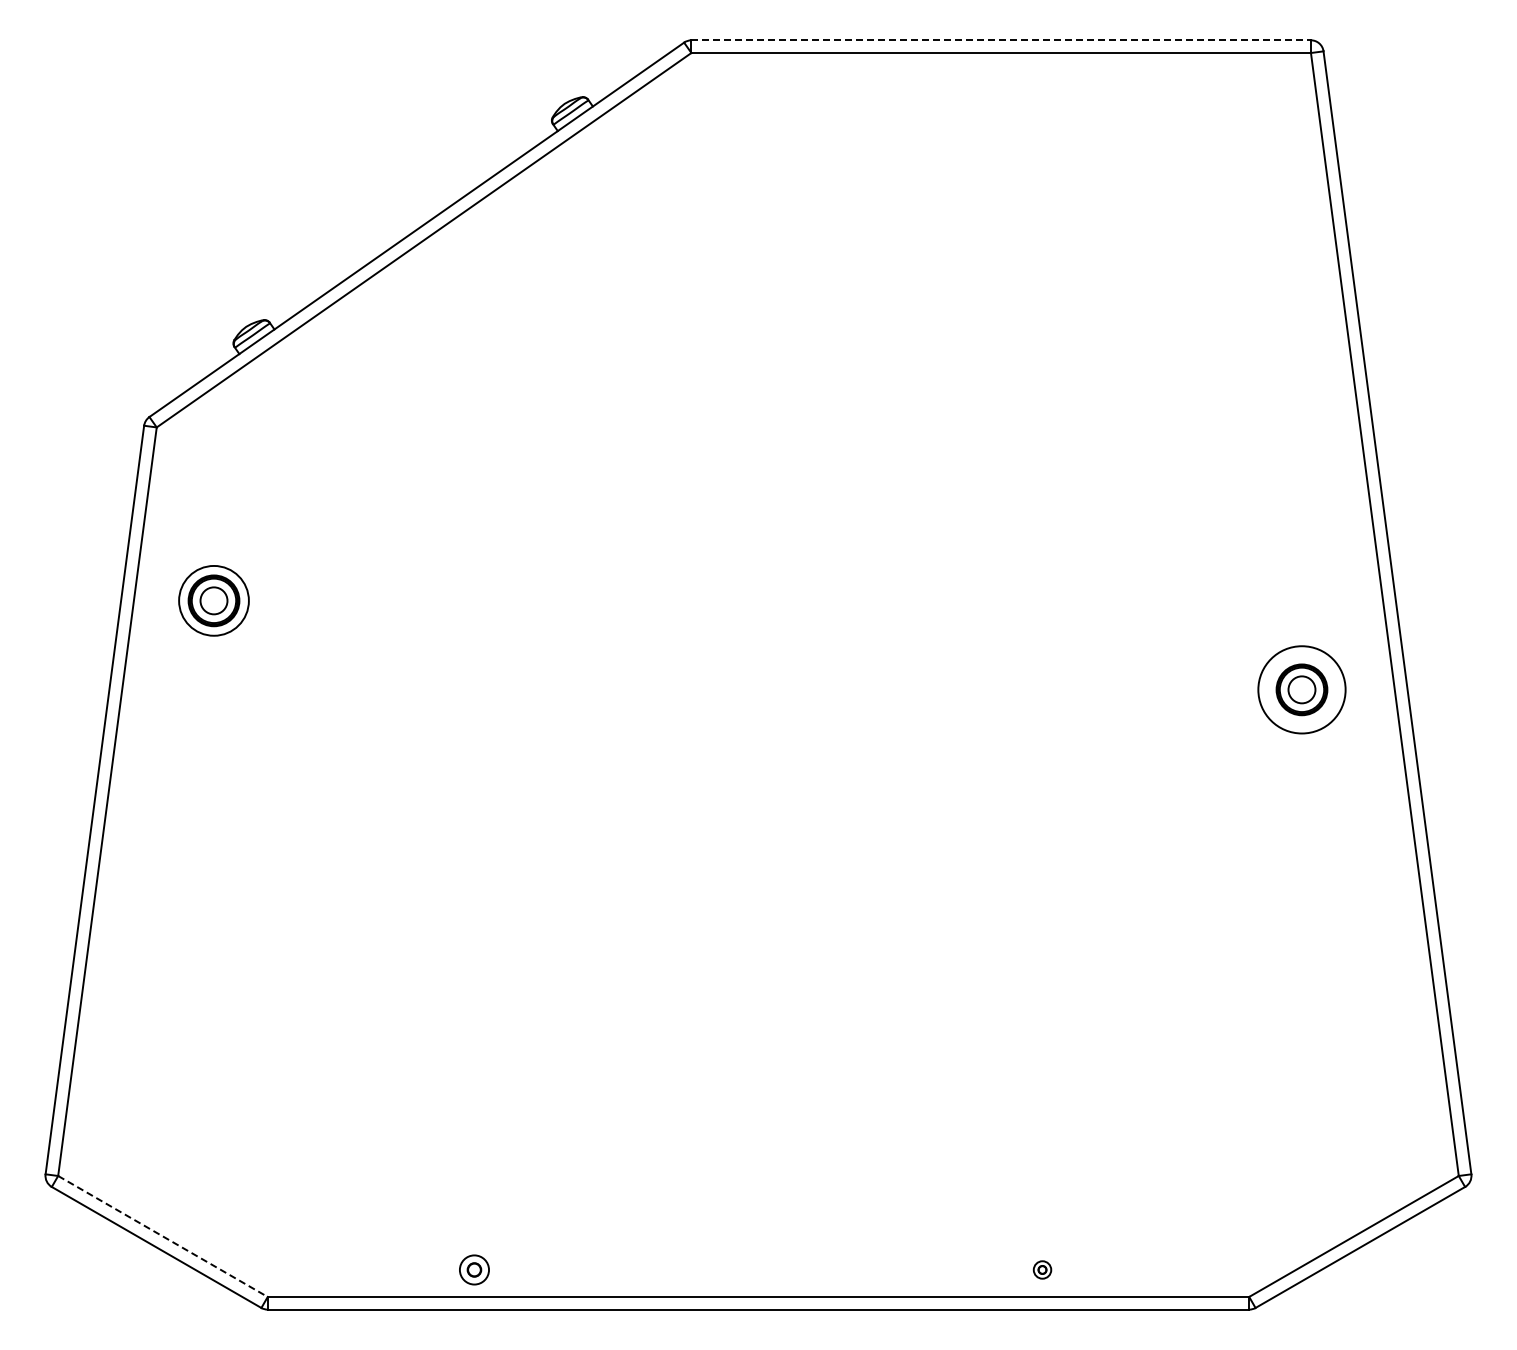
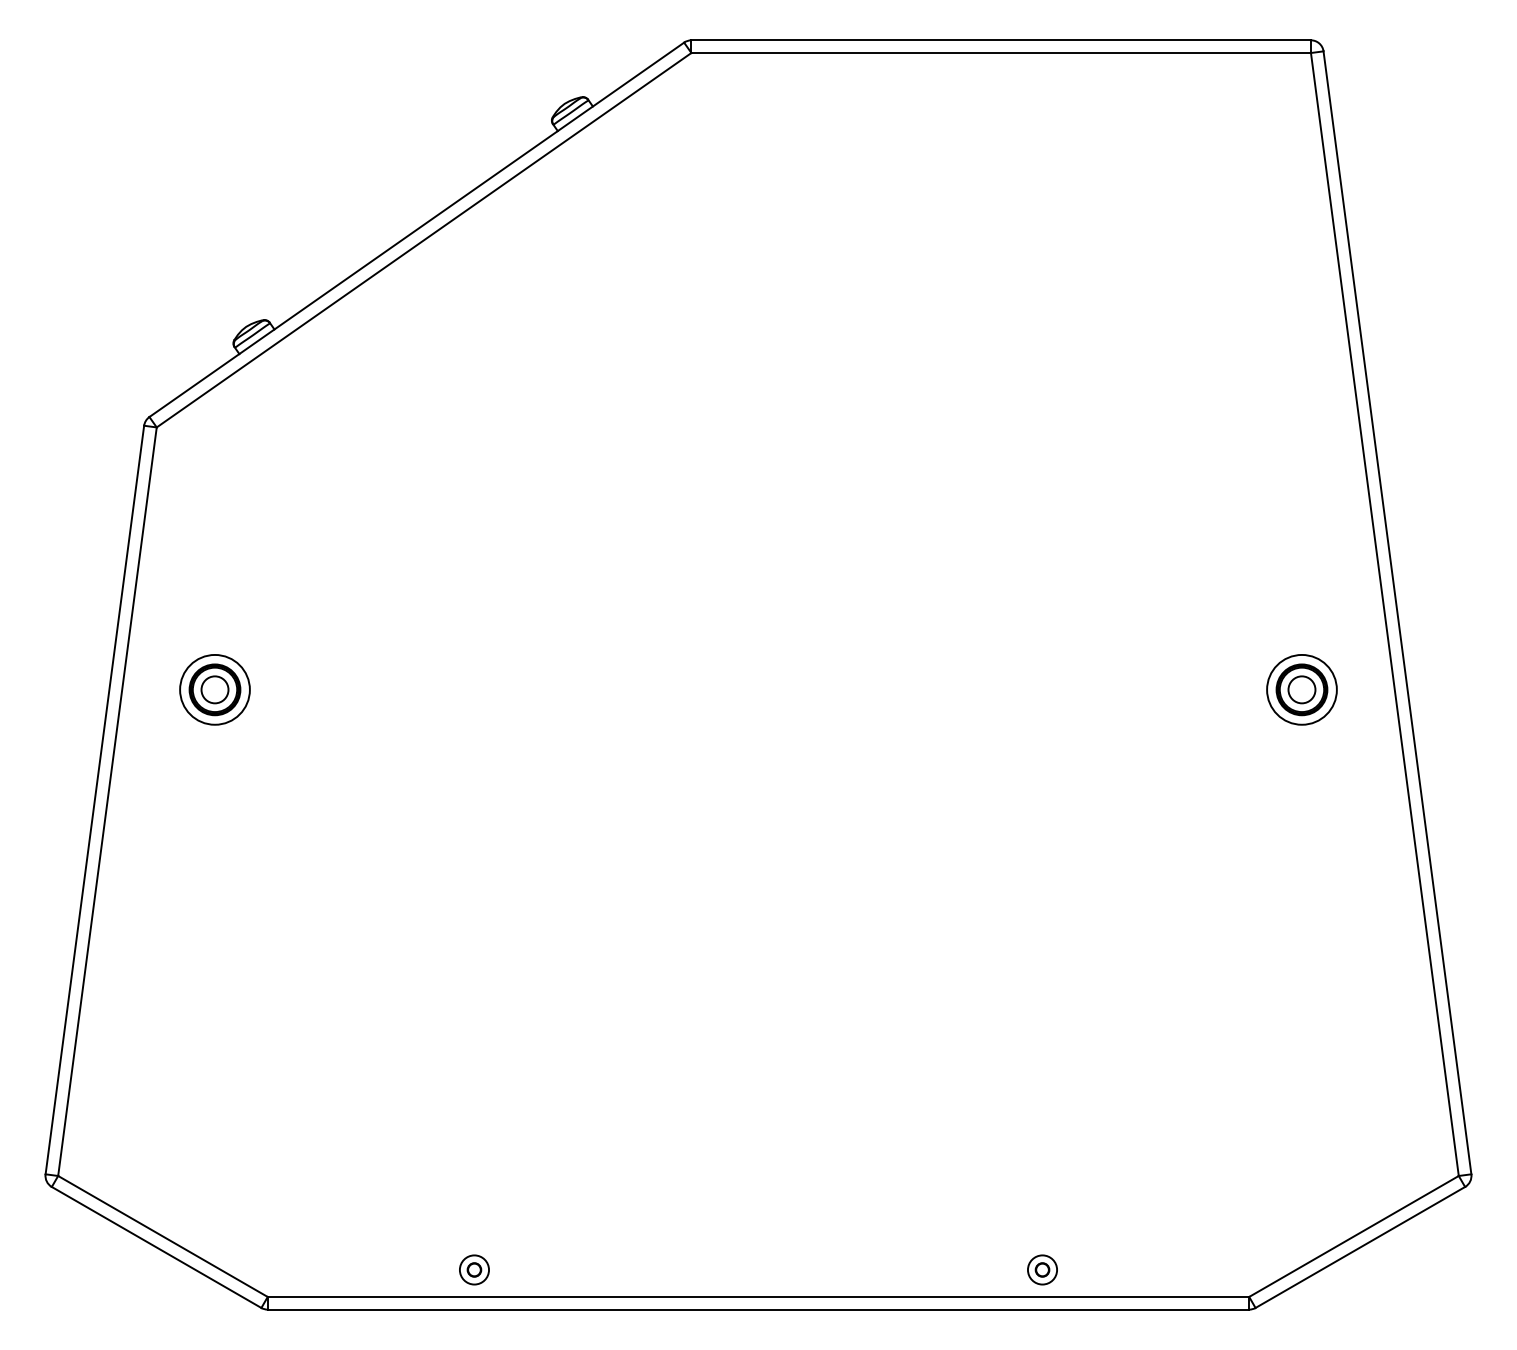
line at (1001, 40): dashed -> solid
part at (213, 600) position: (213, 600) -> (214, 689)
circle at (1301, 689) diameter: 87 px -> 70 px
line at (162, 1236): dashed -> solid
part at (1042, 1269) size: 21x20 px -> 31x32 px
